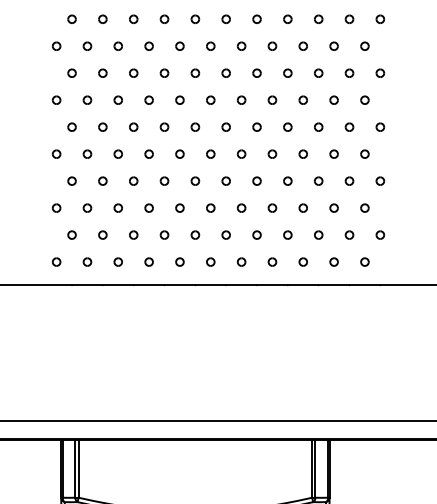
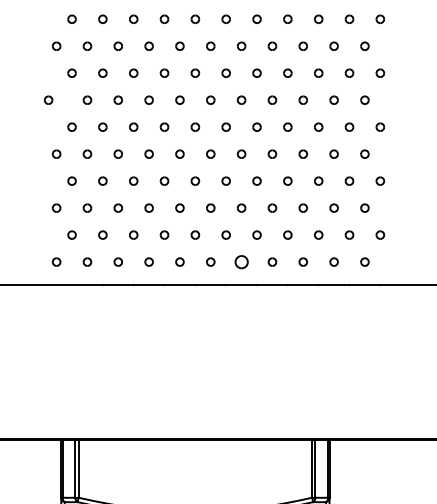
part at (56, 99) position: (56, 99) -> (48, 99)
part at (241, 261) size: 11x10 px -> 15x15 px
line at (217, 420): present -> none
